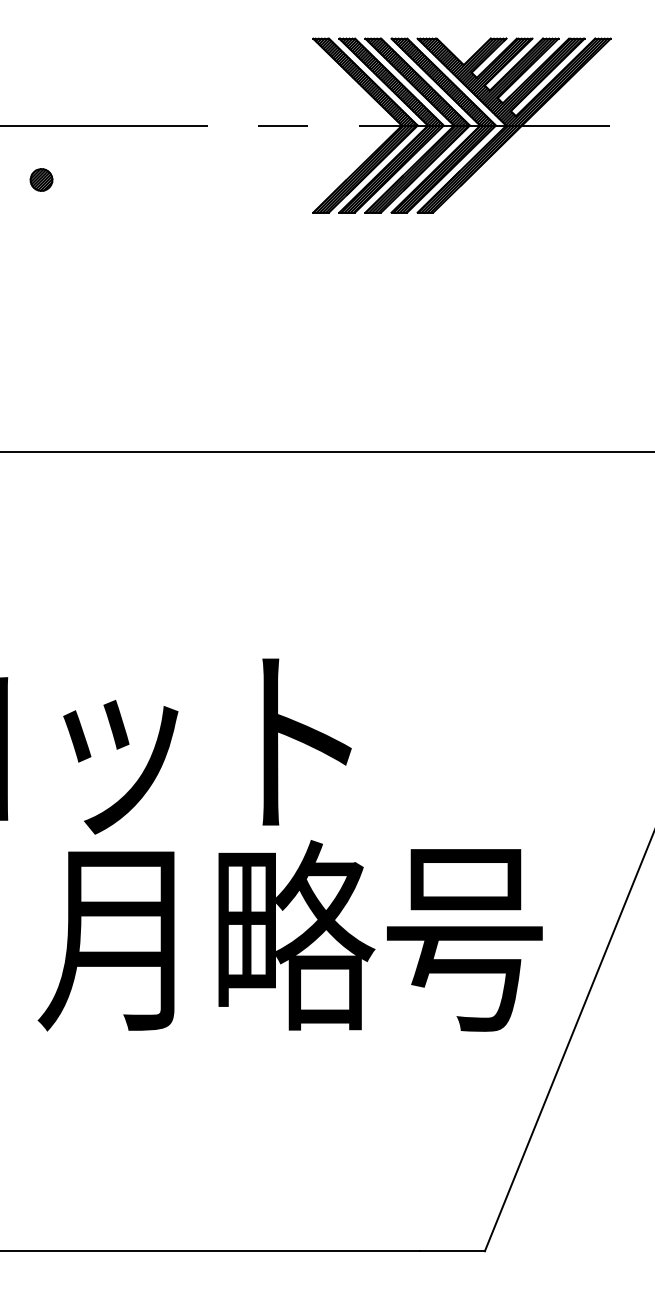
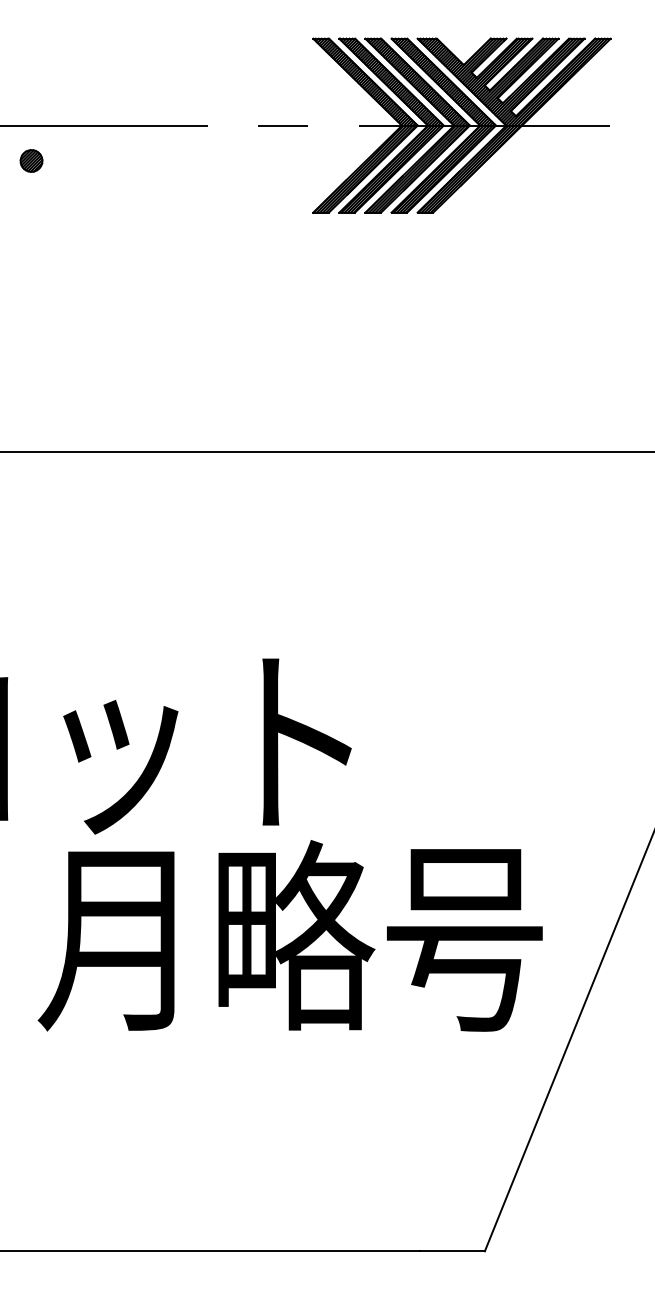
part at (41, 179) position: (41, 179) -> (31, 160)
